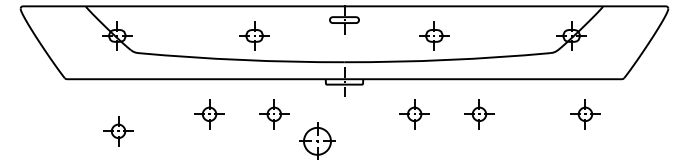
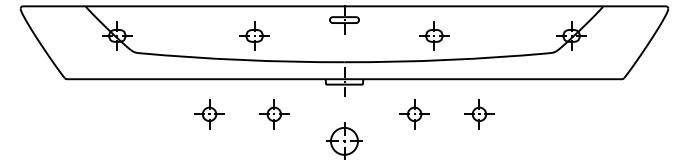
part at (585, 114): present -> none
part at (118, 131): present -> none
part at (317, 140) position: (317, 140) -> (344, 140)
